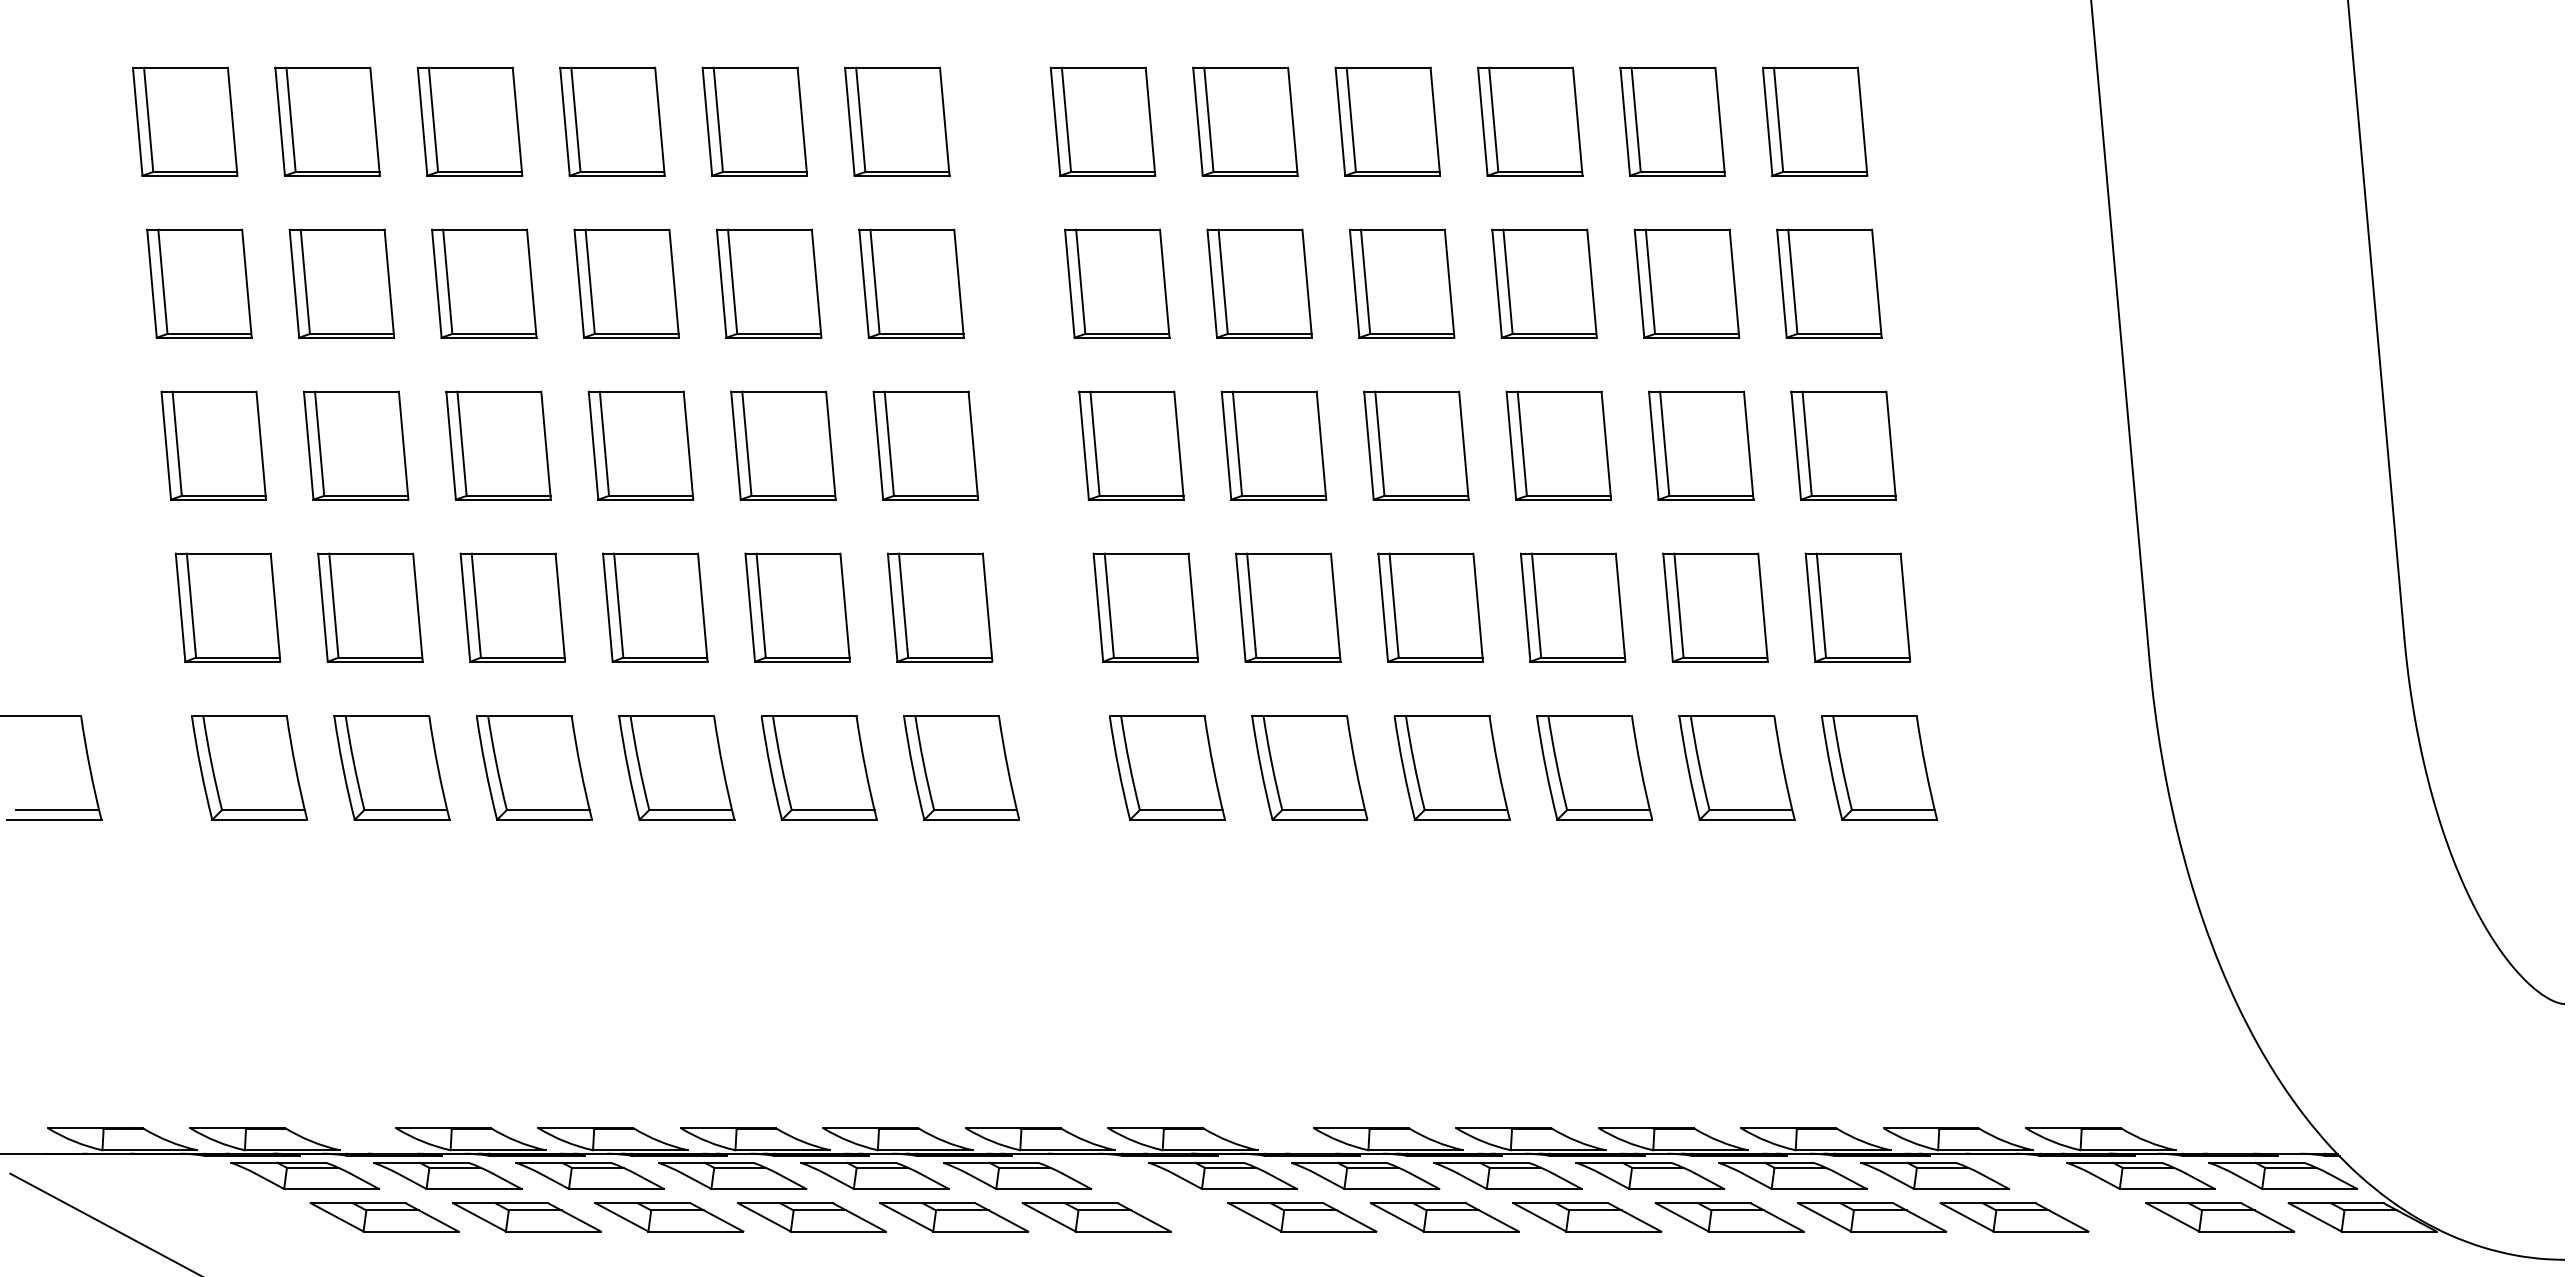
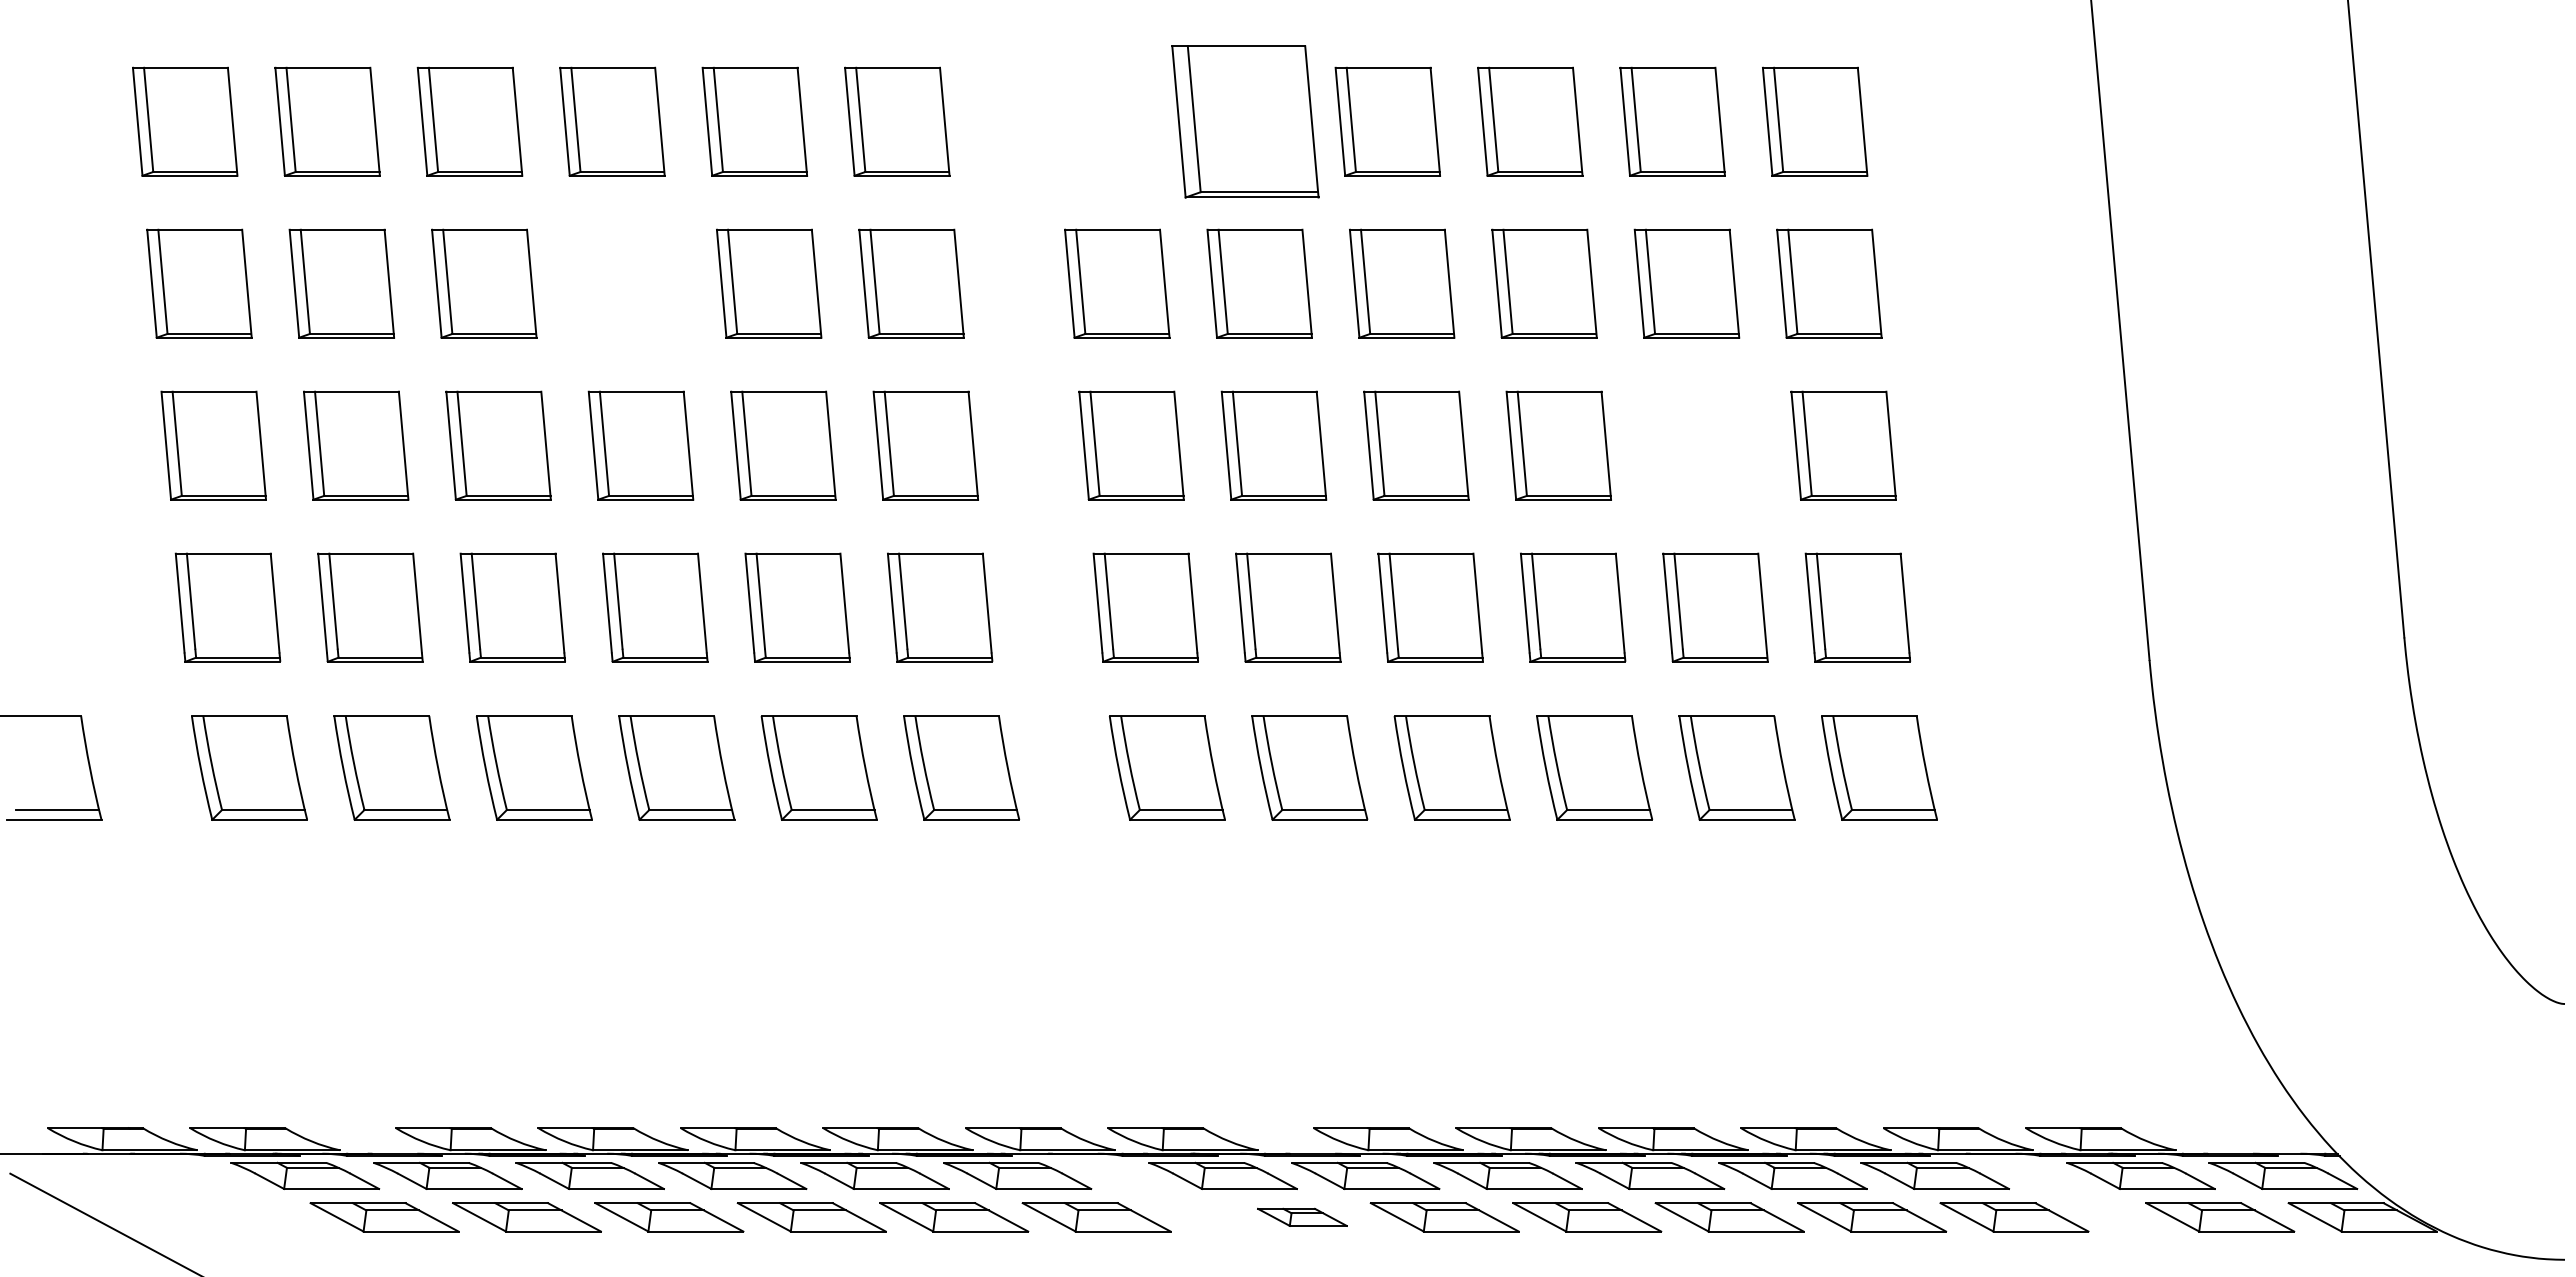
part at (1102, 121): present -> none
part at (1245, 121) size: 107x111 px -> 149x154 px
part at (626, 283): present -> none
part at (1701, 445): present -> none
part at (1302, 1217) size: 151x31 px -> 91x20 px
